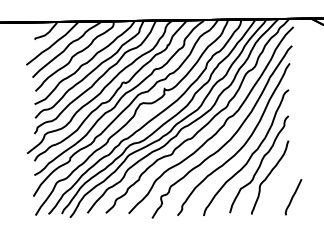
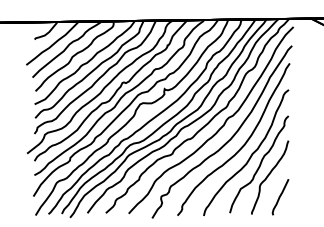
part at (293, 197) position: (293, 197) -> (280, 197)
